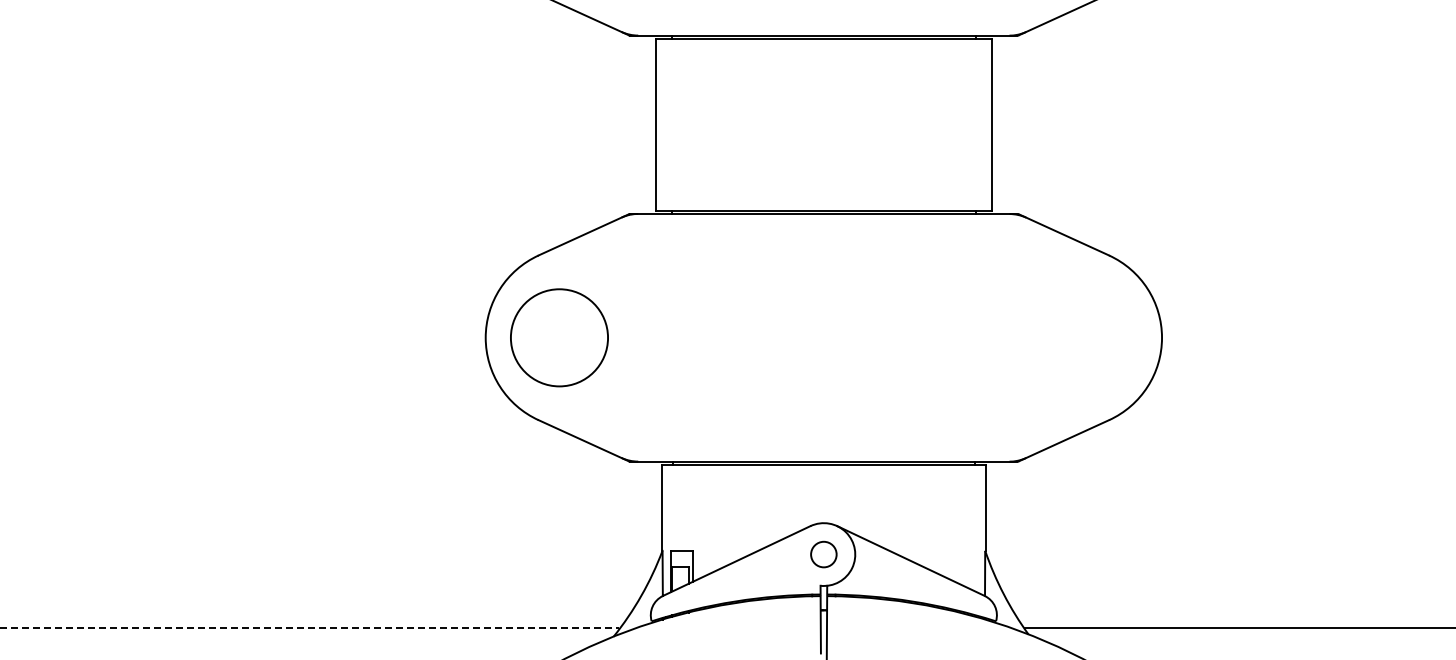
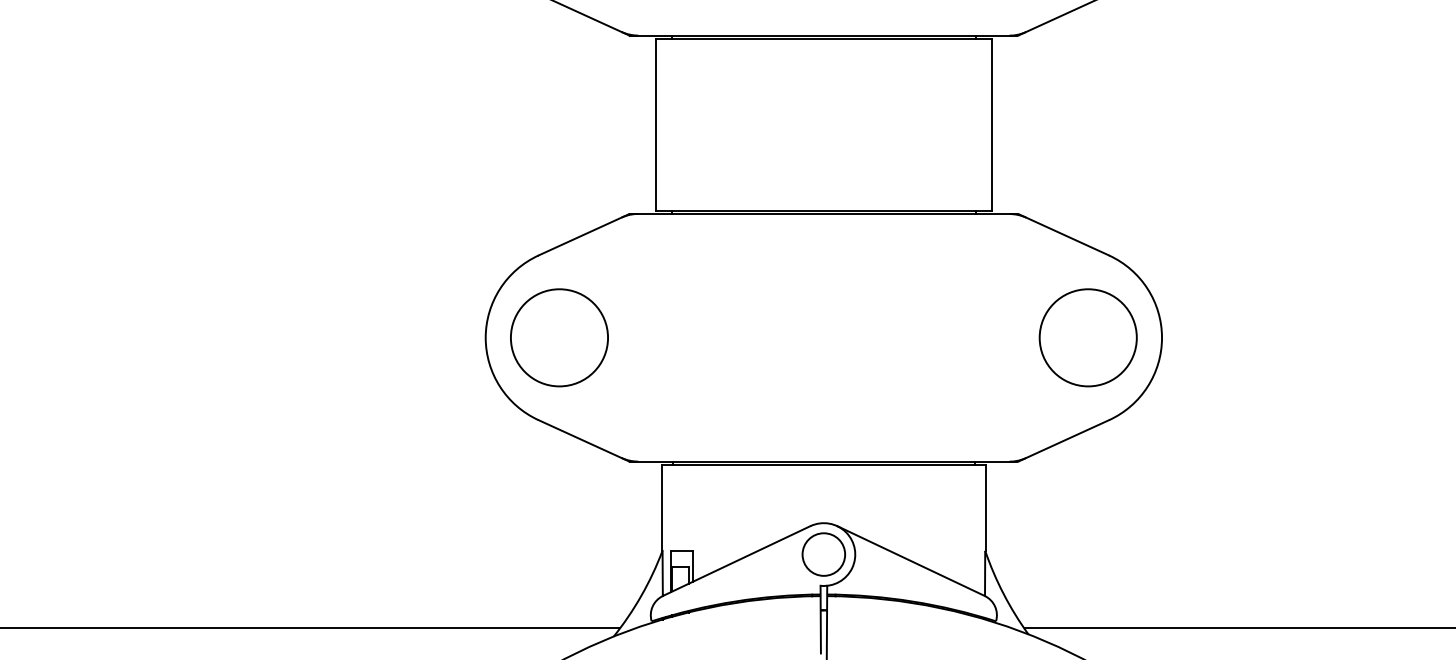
circle at (1087, 337): none -> present
circle at (823, 554) diameter: 26 px -> 43 px
line at (309, 628): dashed -> solid
